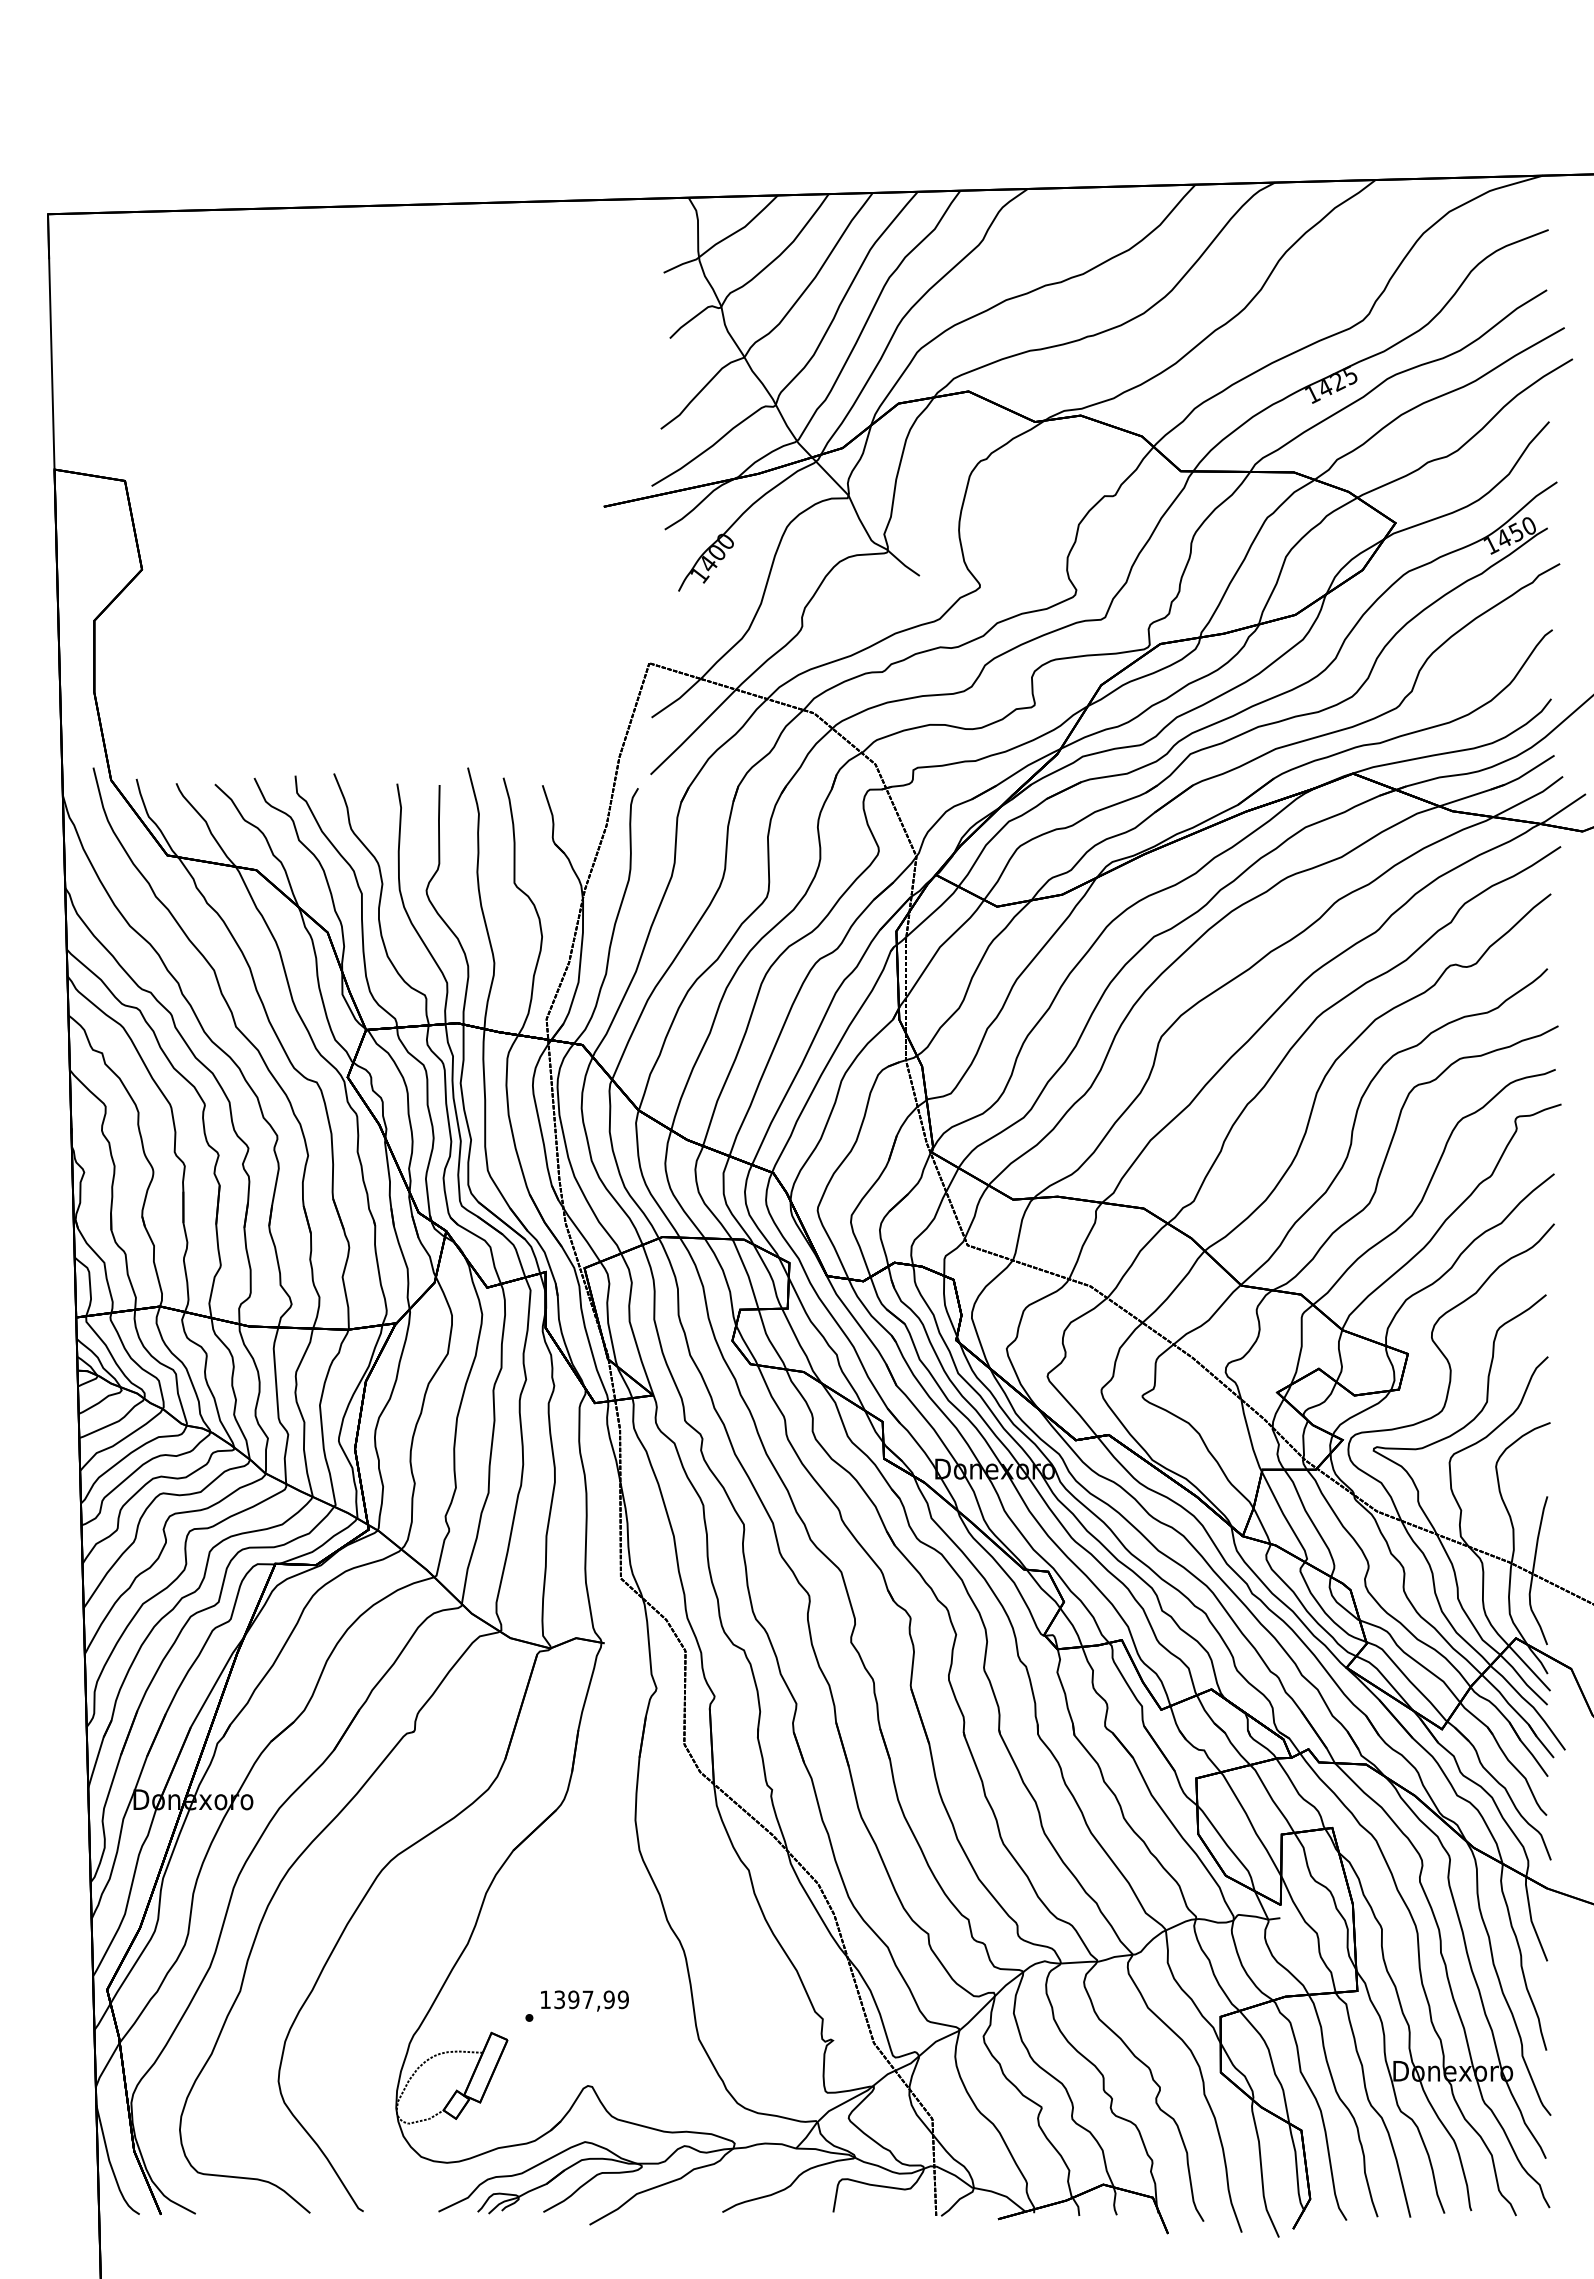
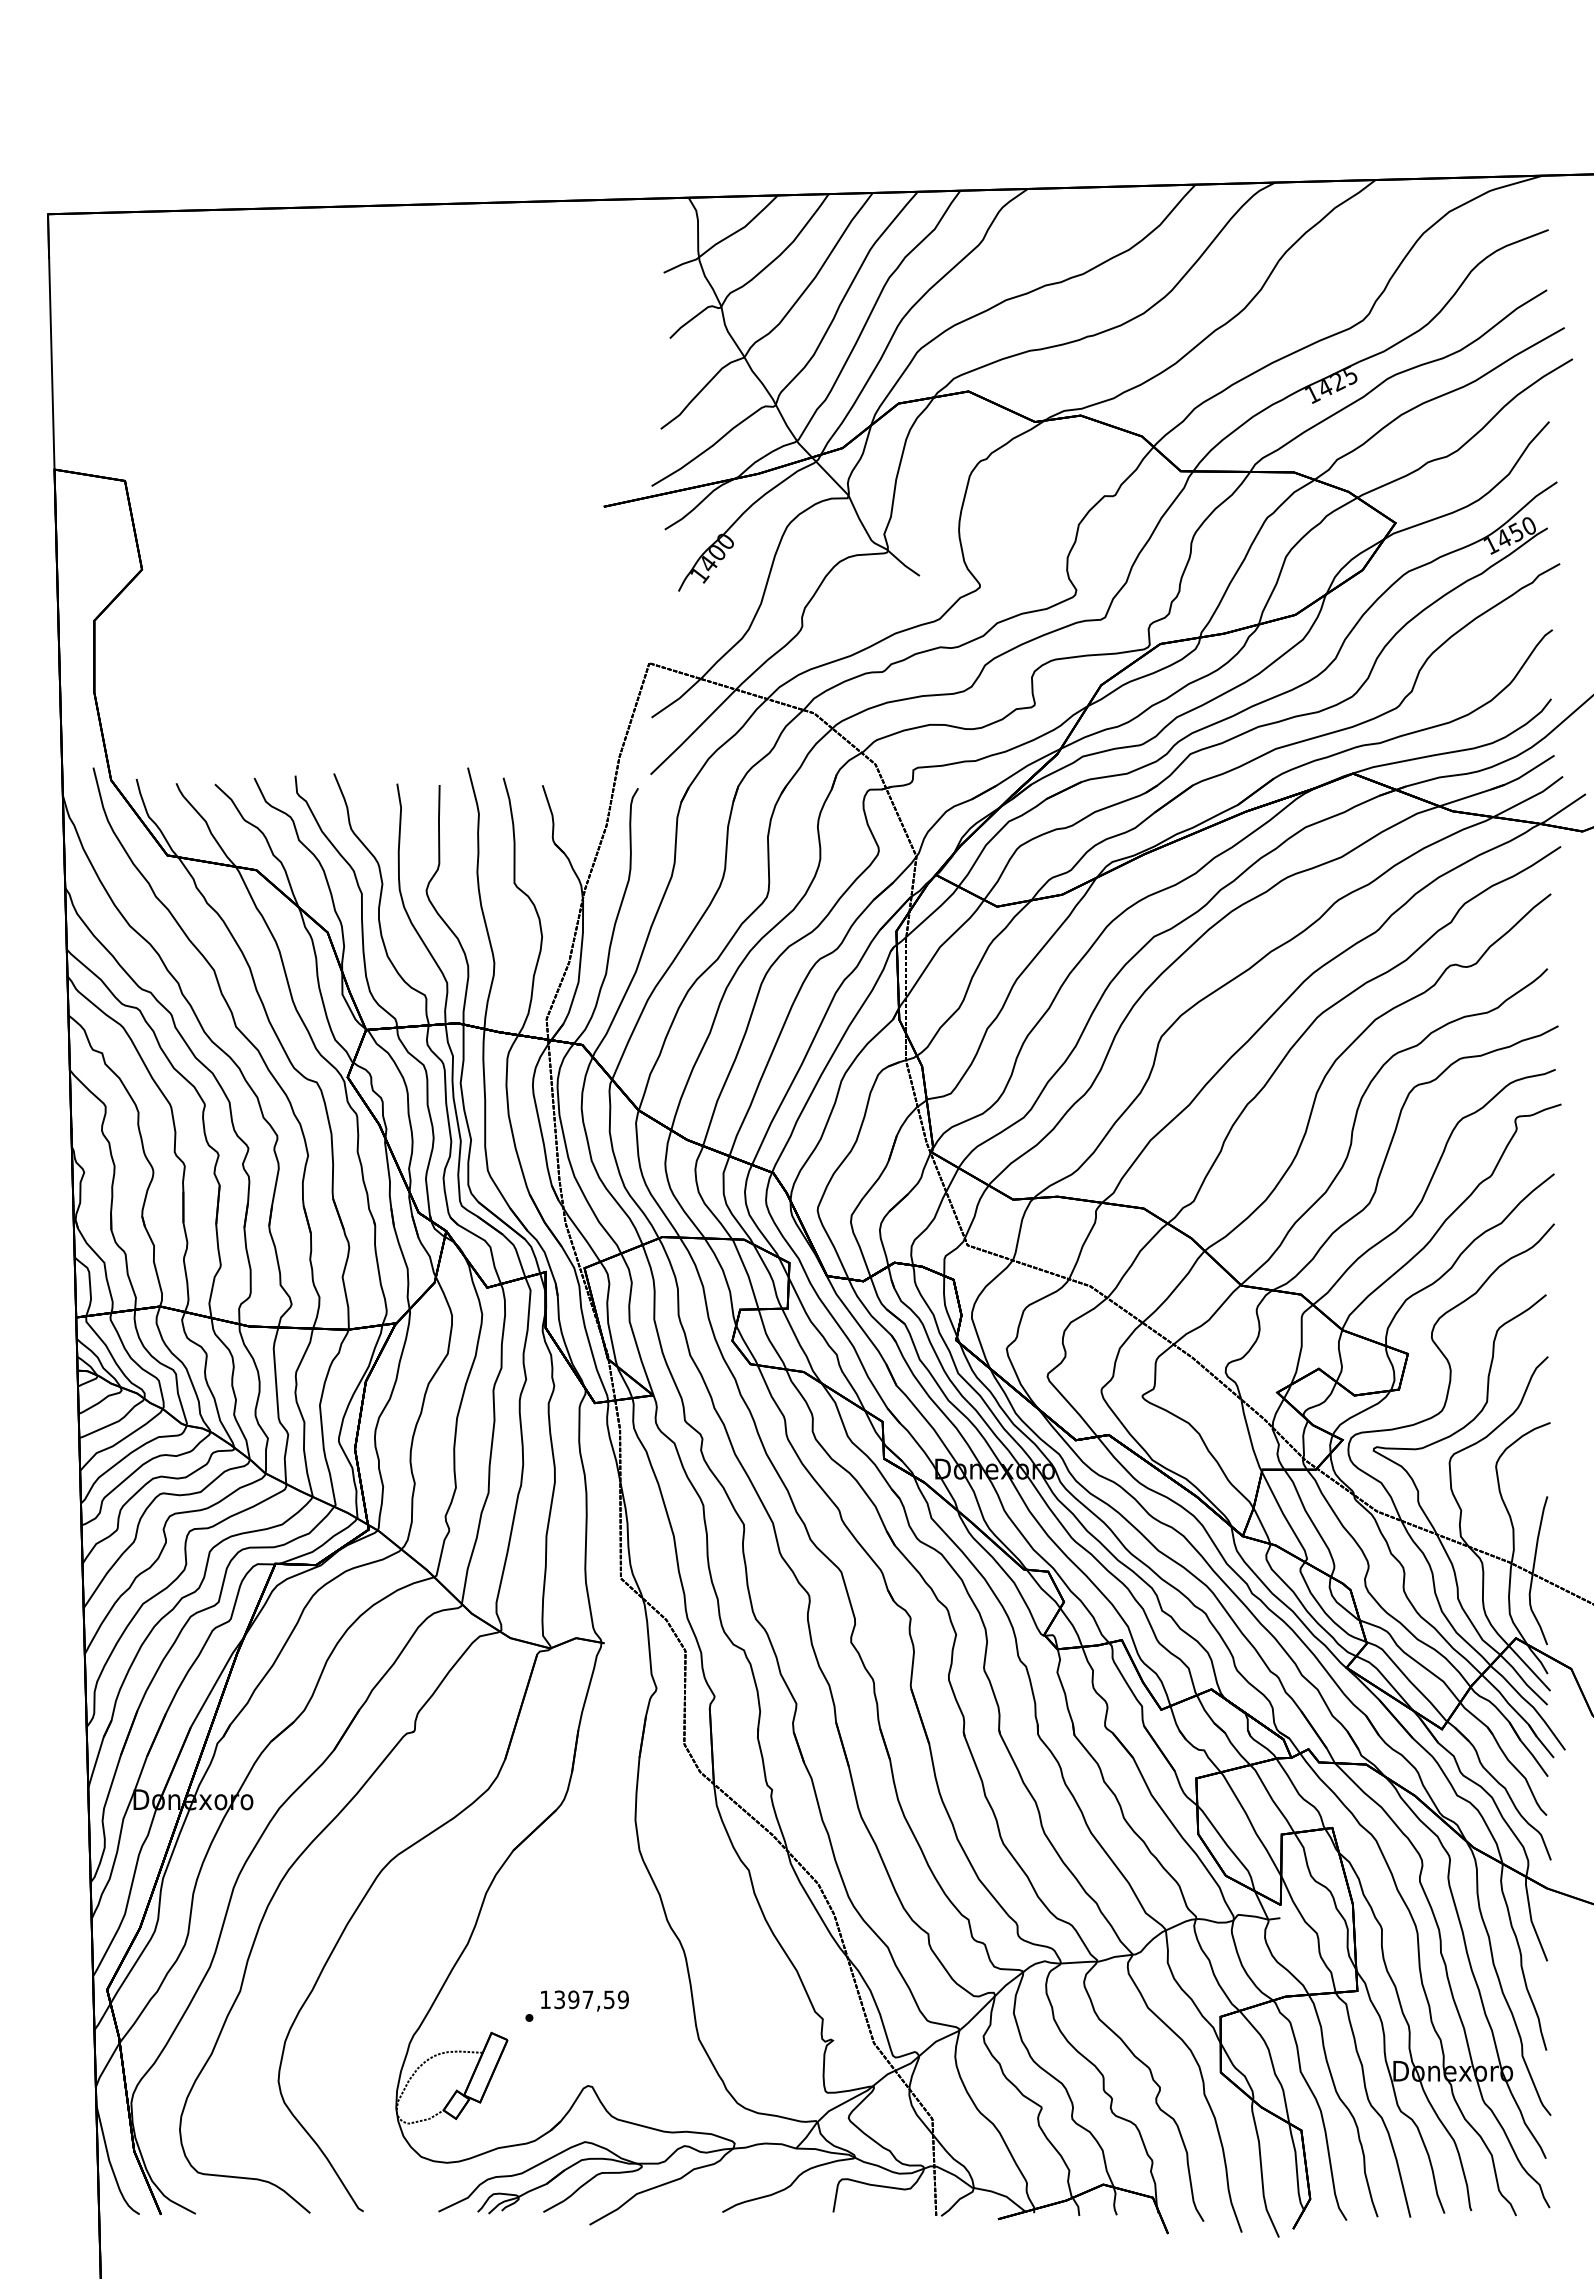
text at (608, 1999): 1397,99 -> 1397,59
